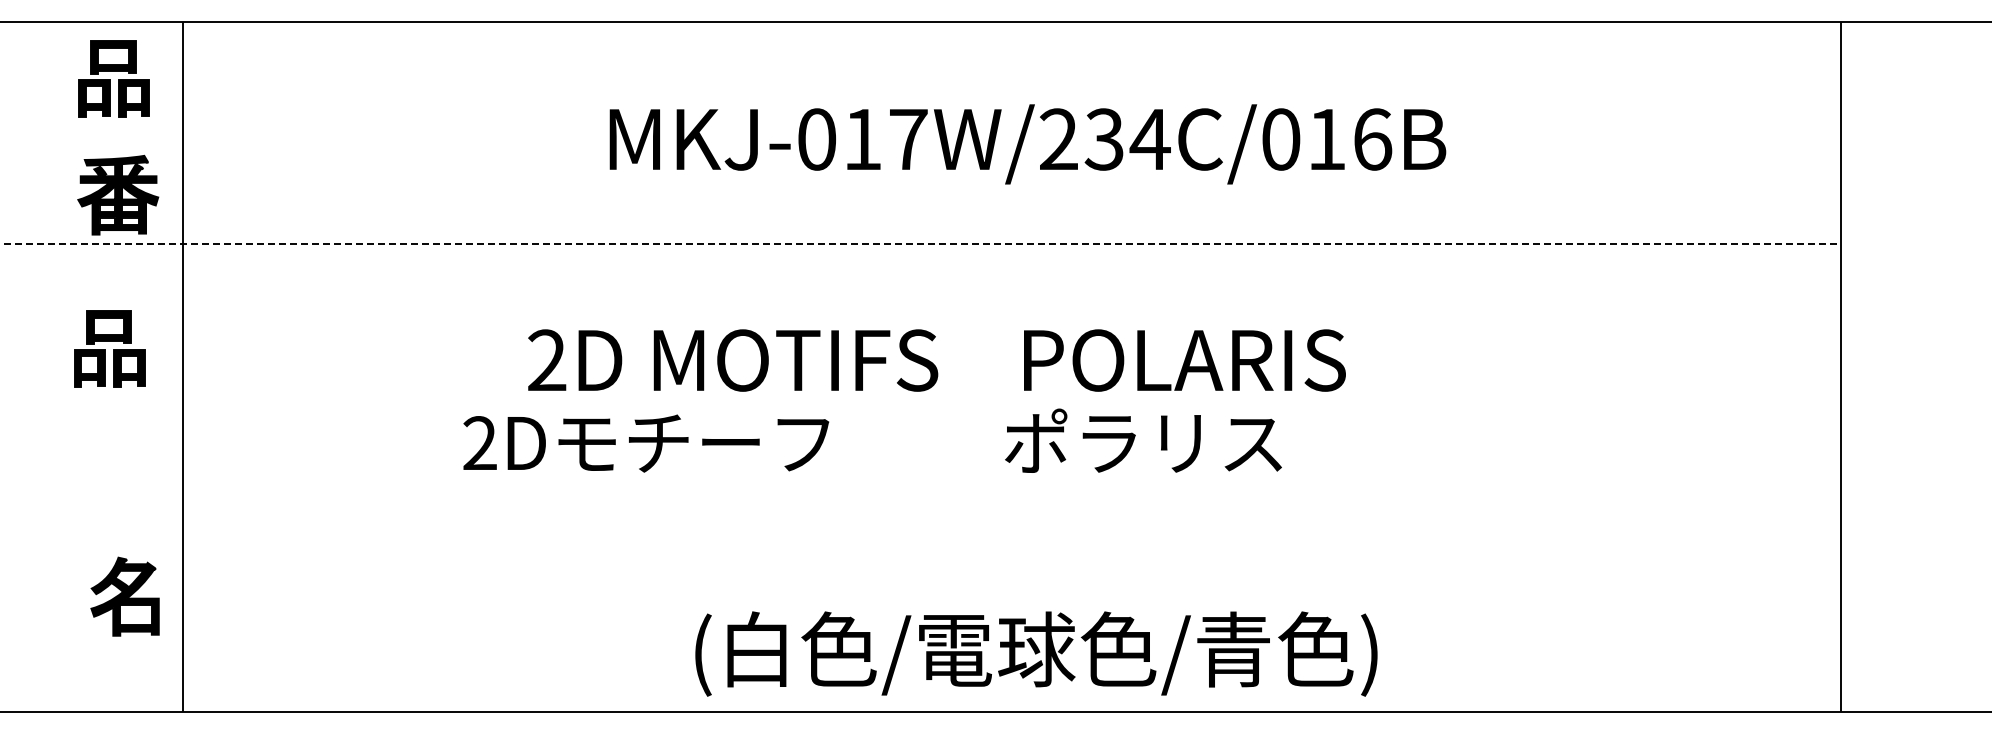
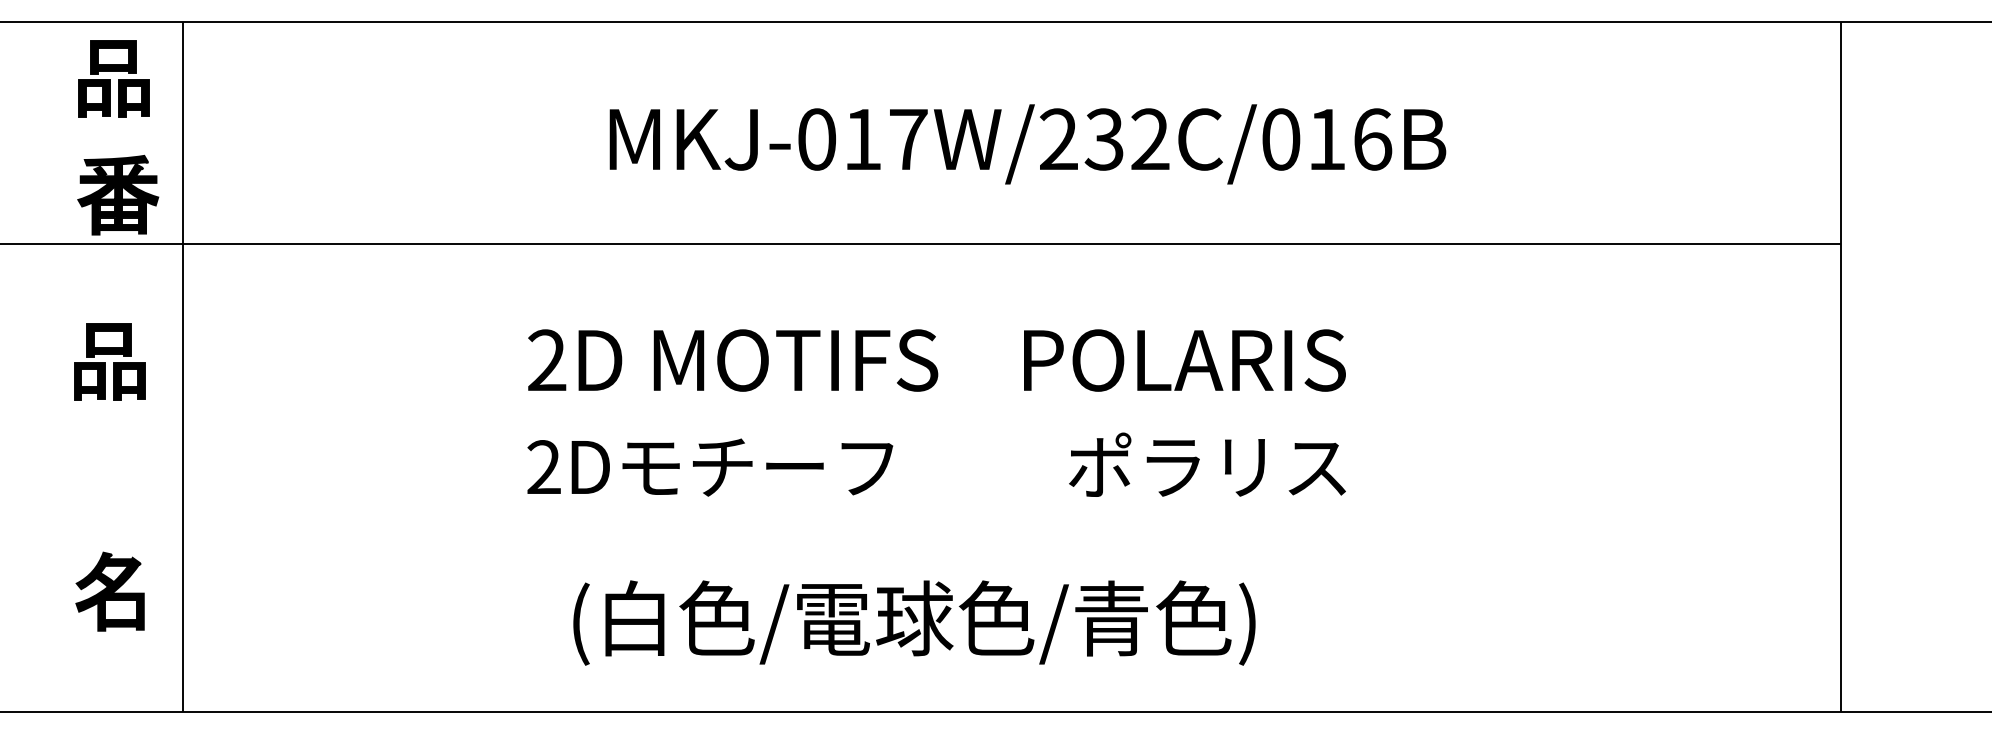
text at (1149, 138): MKJ-017W/234C/016B -> MKJ-017W/232C/016B
line at (921, 244): dashed -> solid
part at (109, 348) position: (109, 348) -> (109, 361)
text at (872, 440) position: (872, 440) -> (936, 464)
part at (124, 596) position: (124, 596) -> (109, 591)
text at (1036, 653) position: (1036, 653) -> (914, 622)
